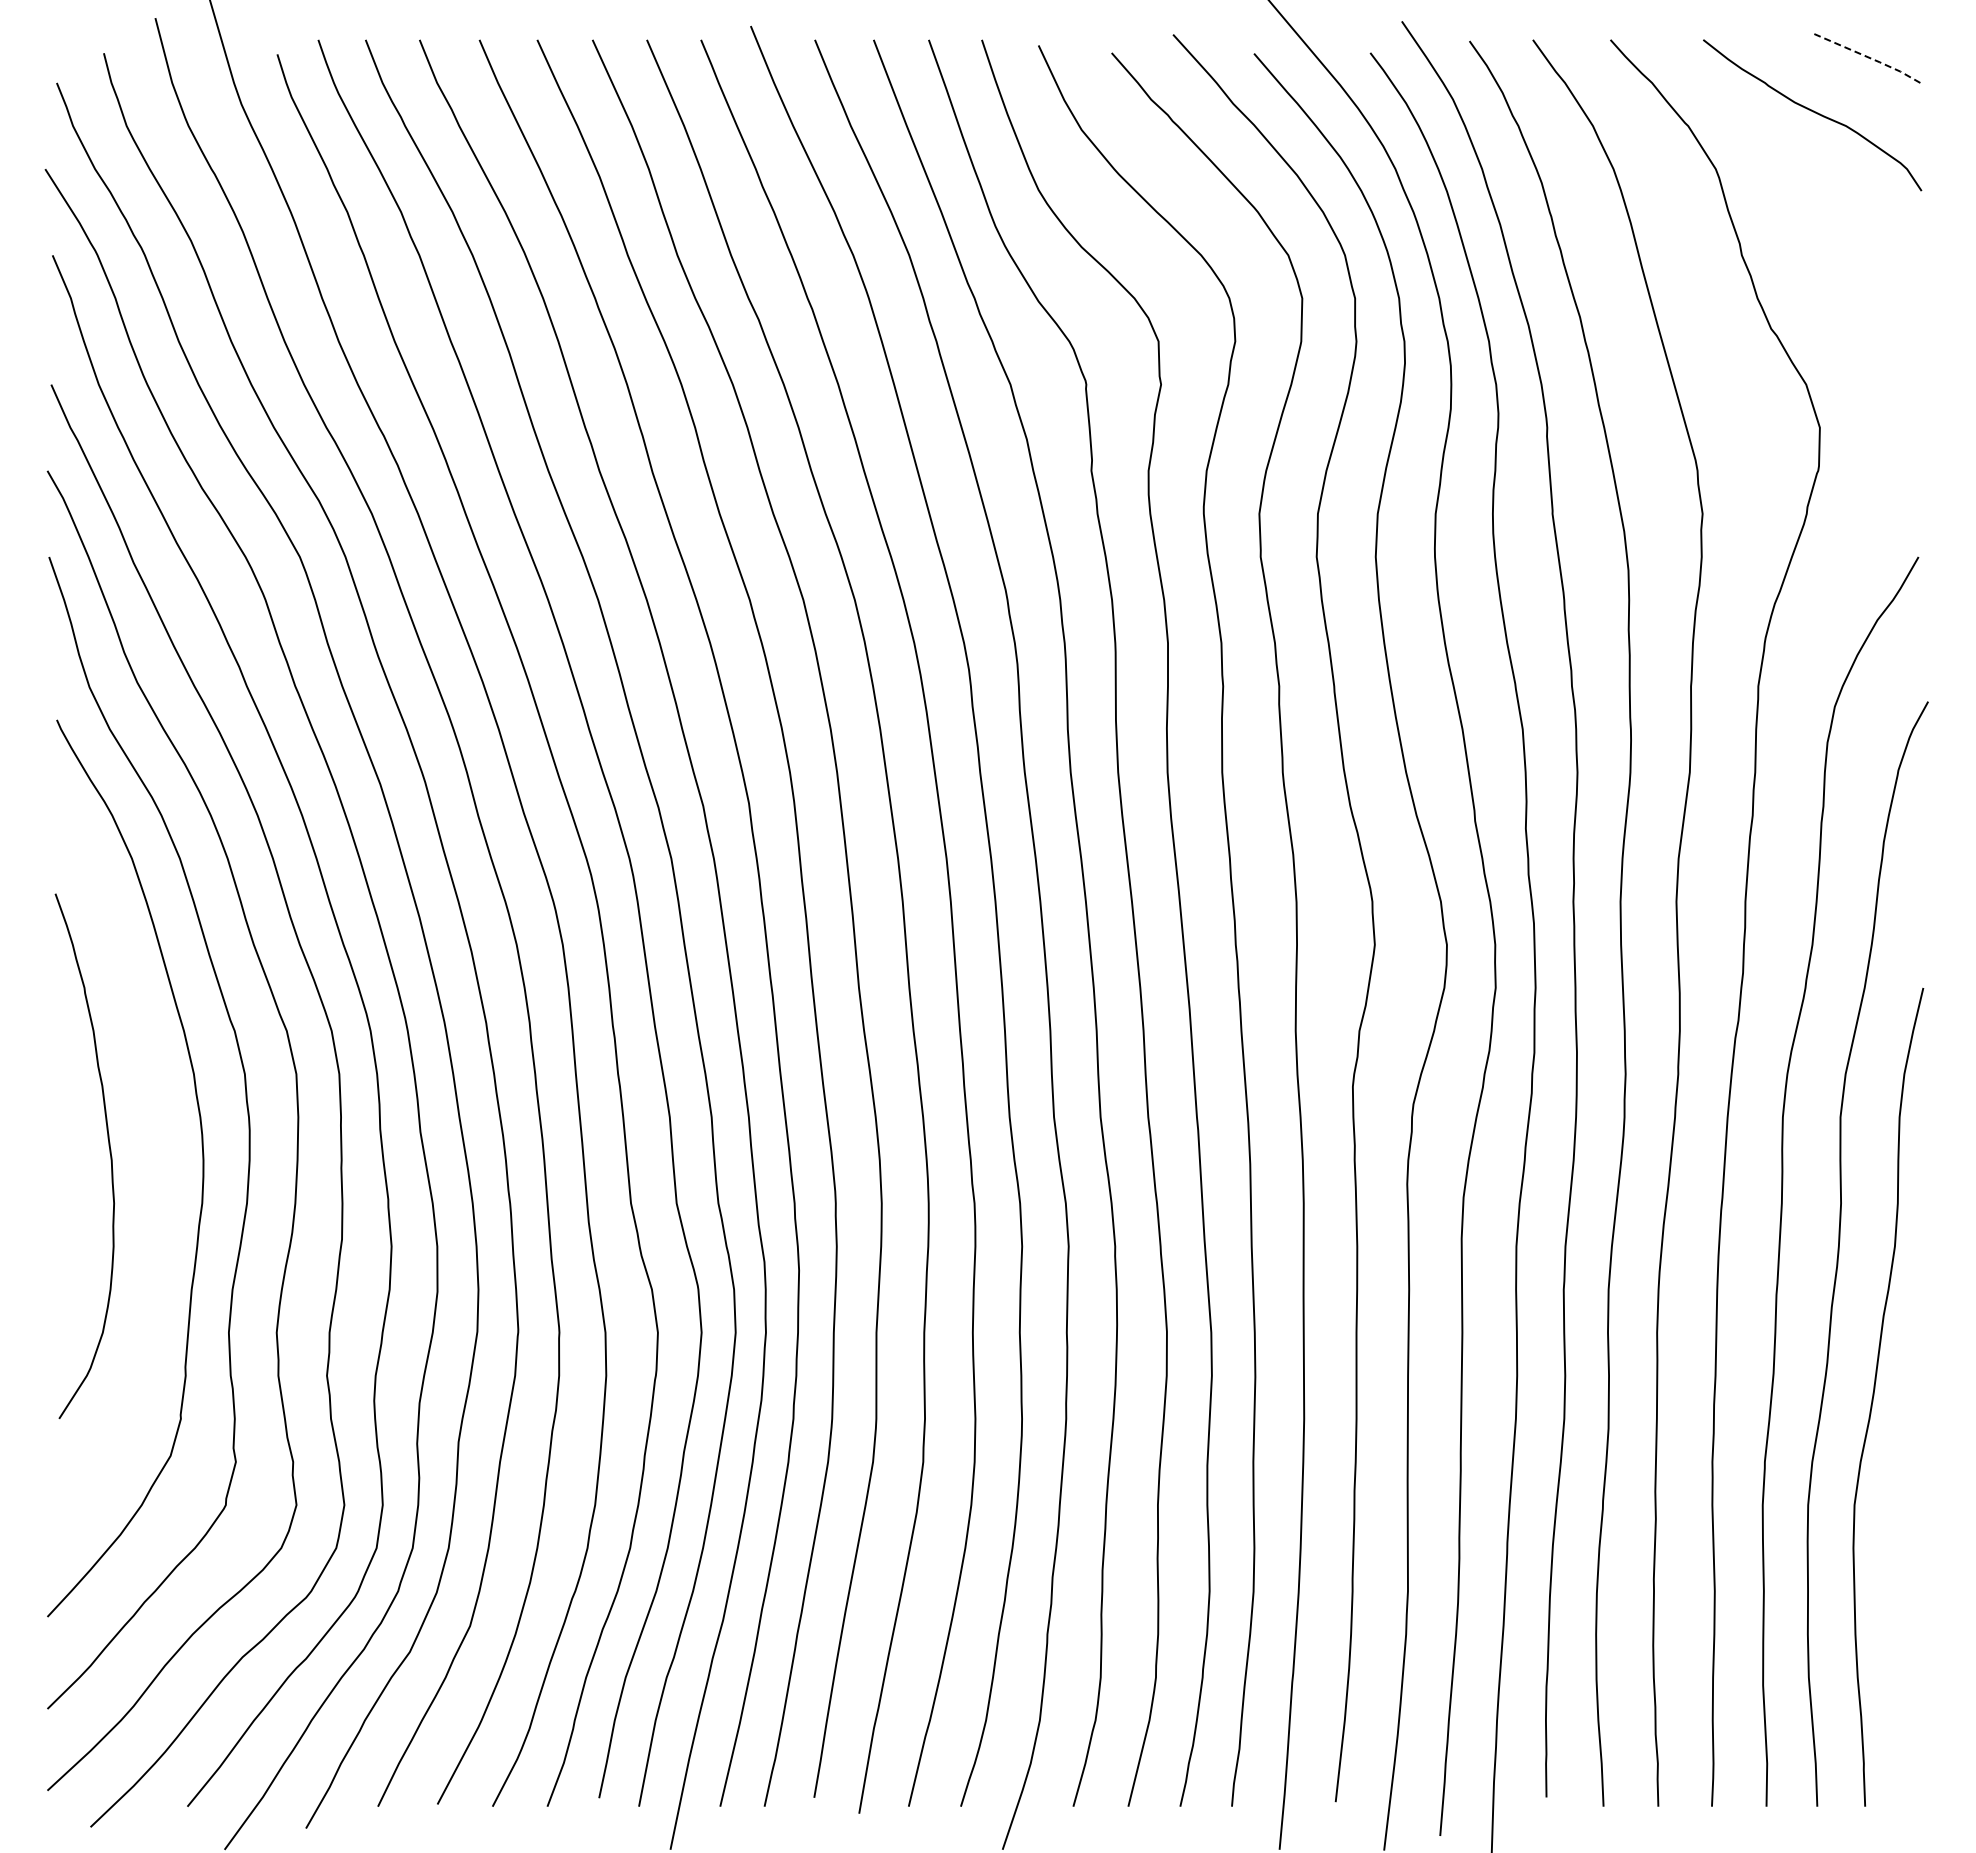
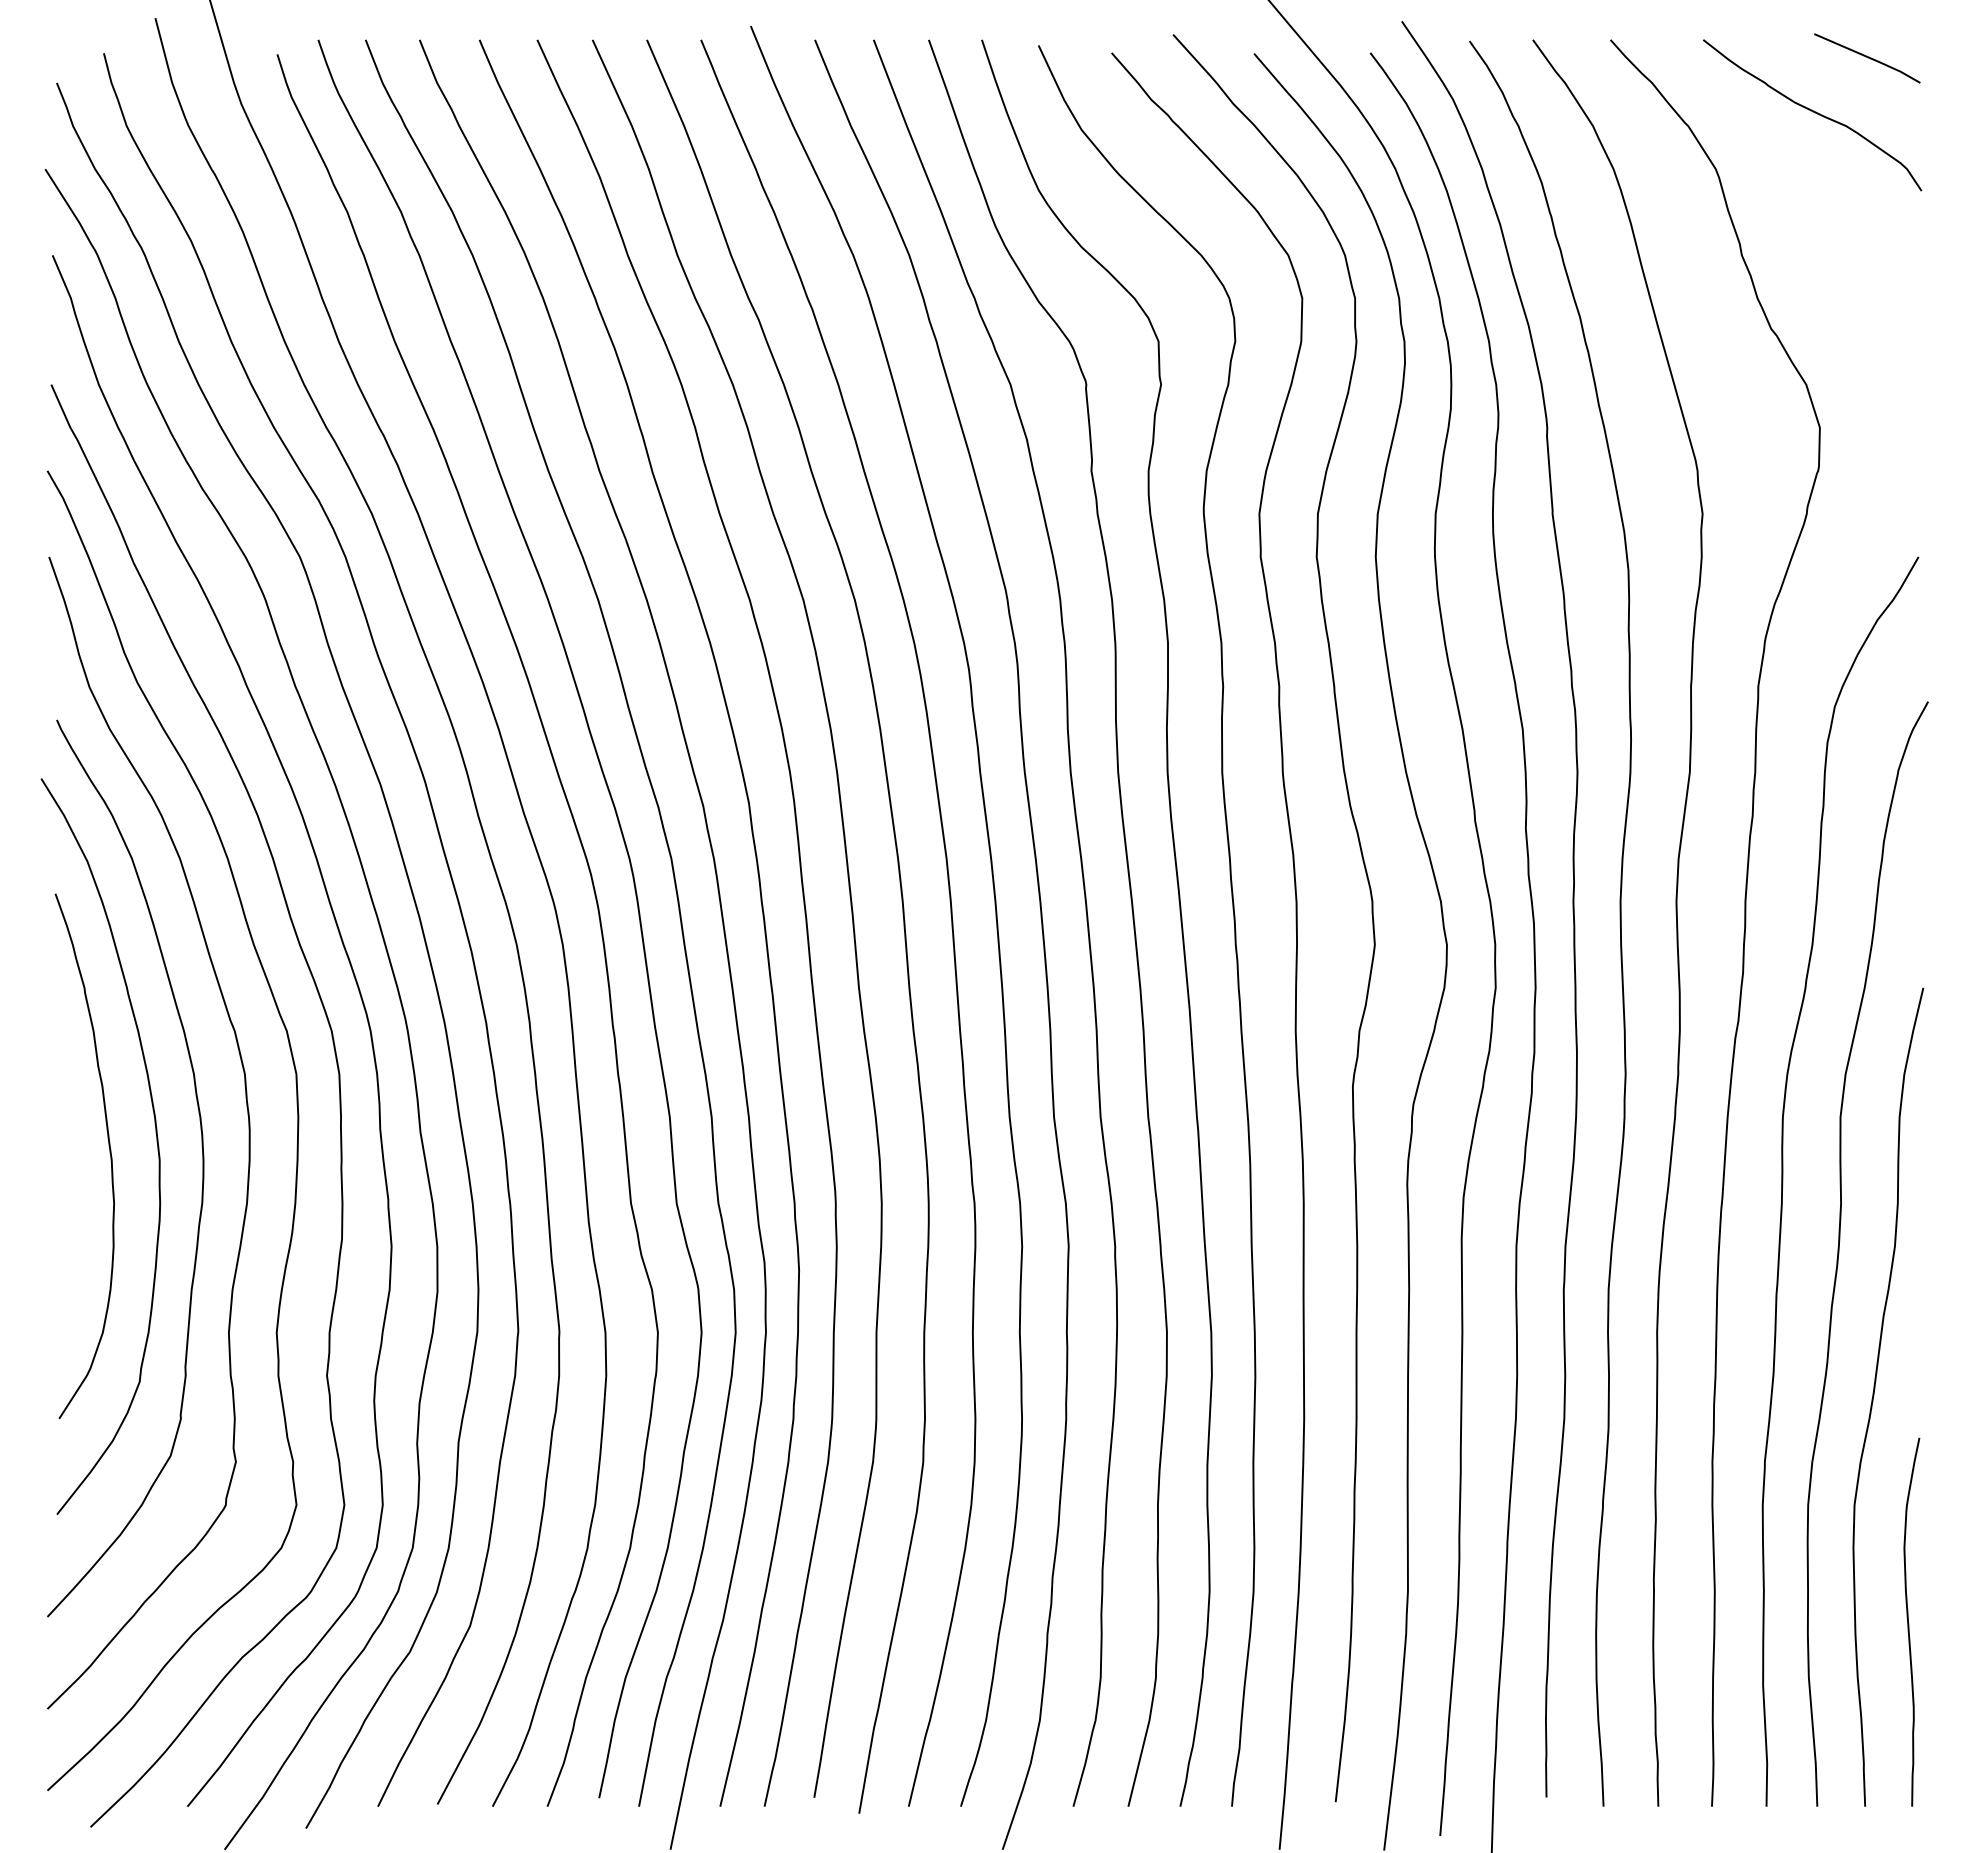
line at (1868, 57): dashed -> solid
curve at (156, 1142): none -> present
curve at (1909, 1623): none -> present
